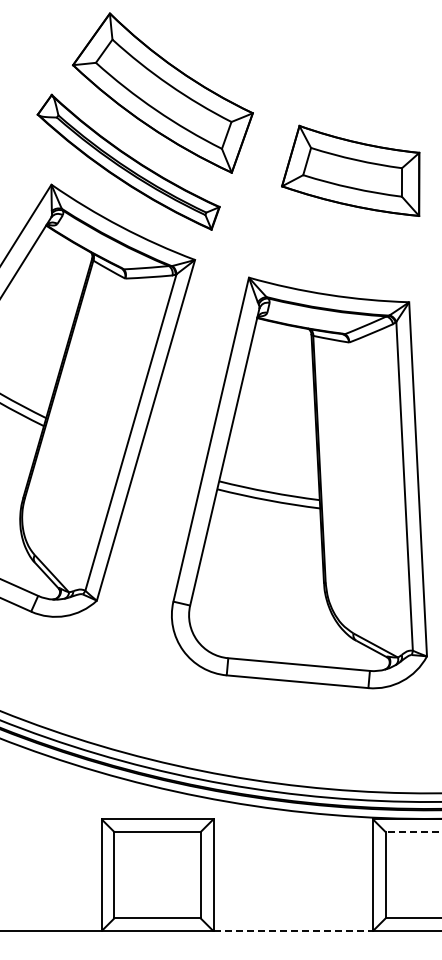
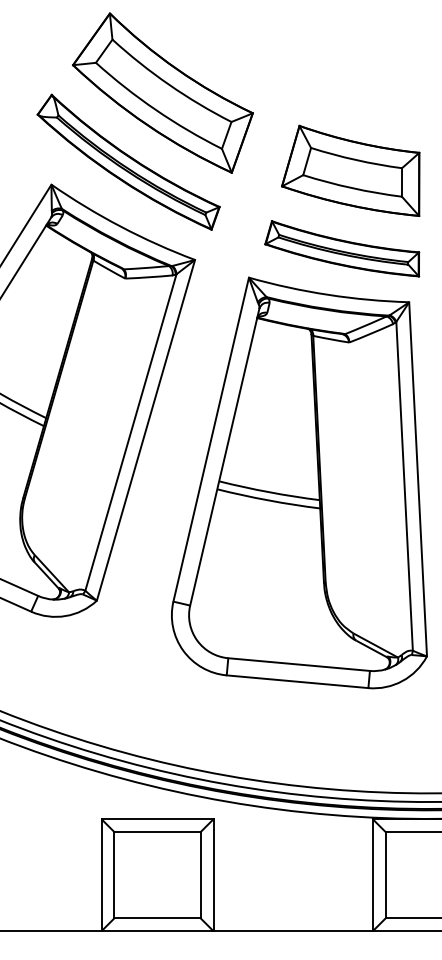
part at (342, 248): none -> present
line at (413, 832): dashed -> solid
line at (293, 931): dashed -> solid
